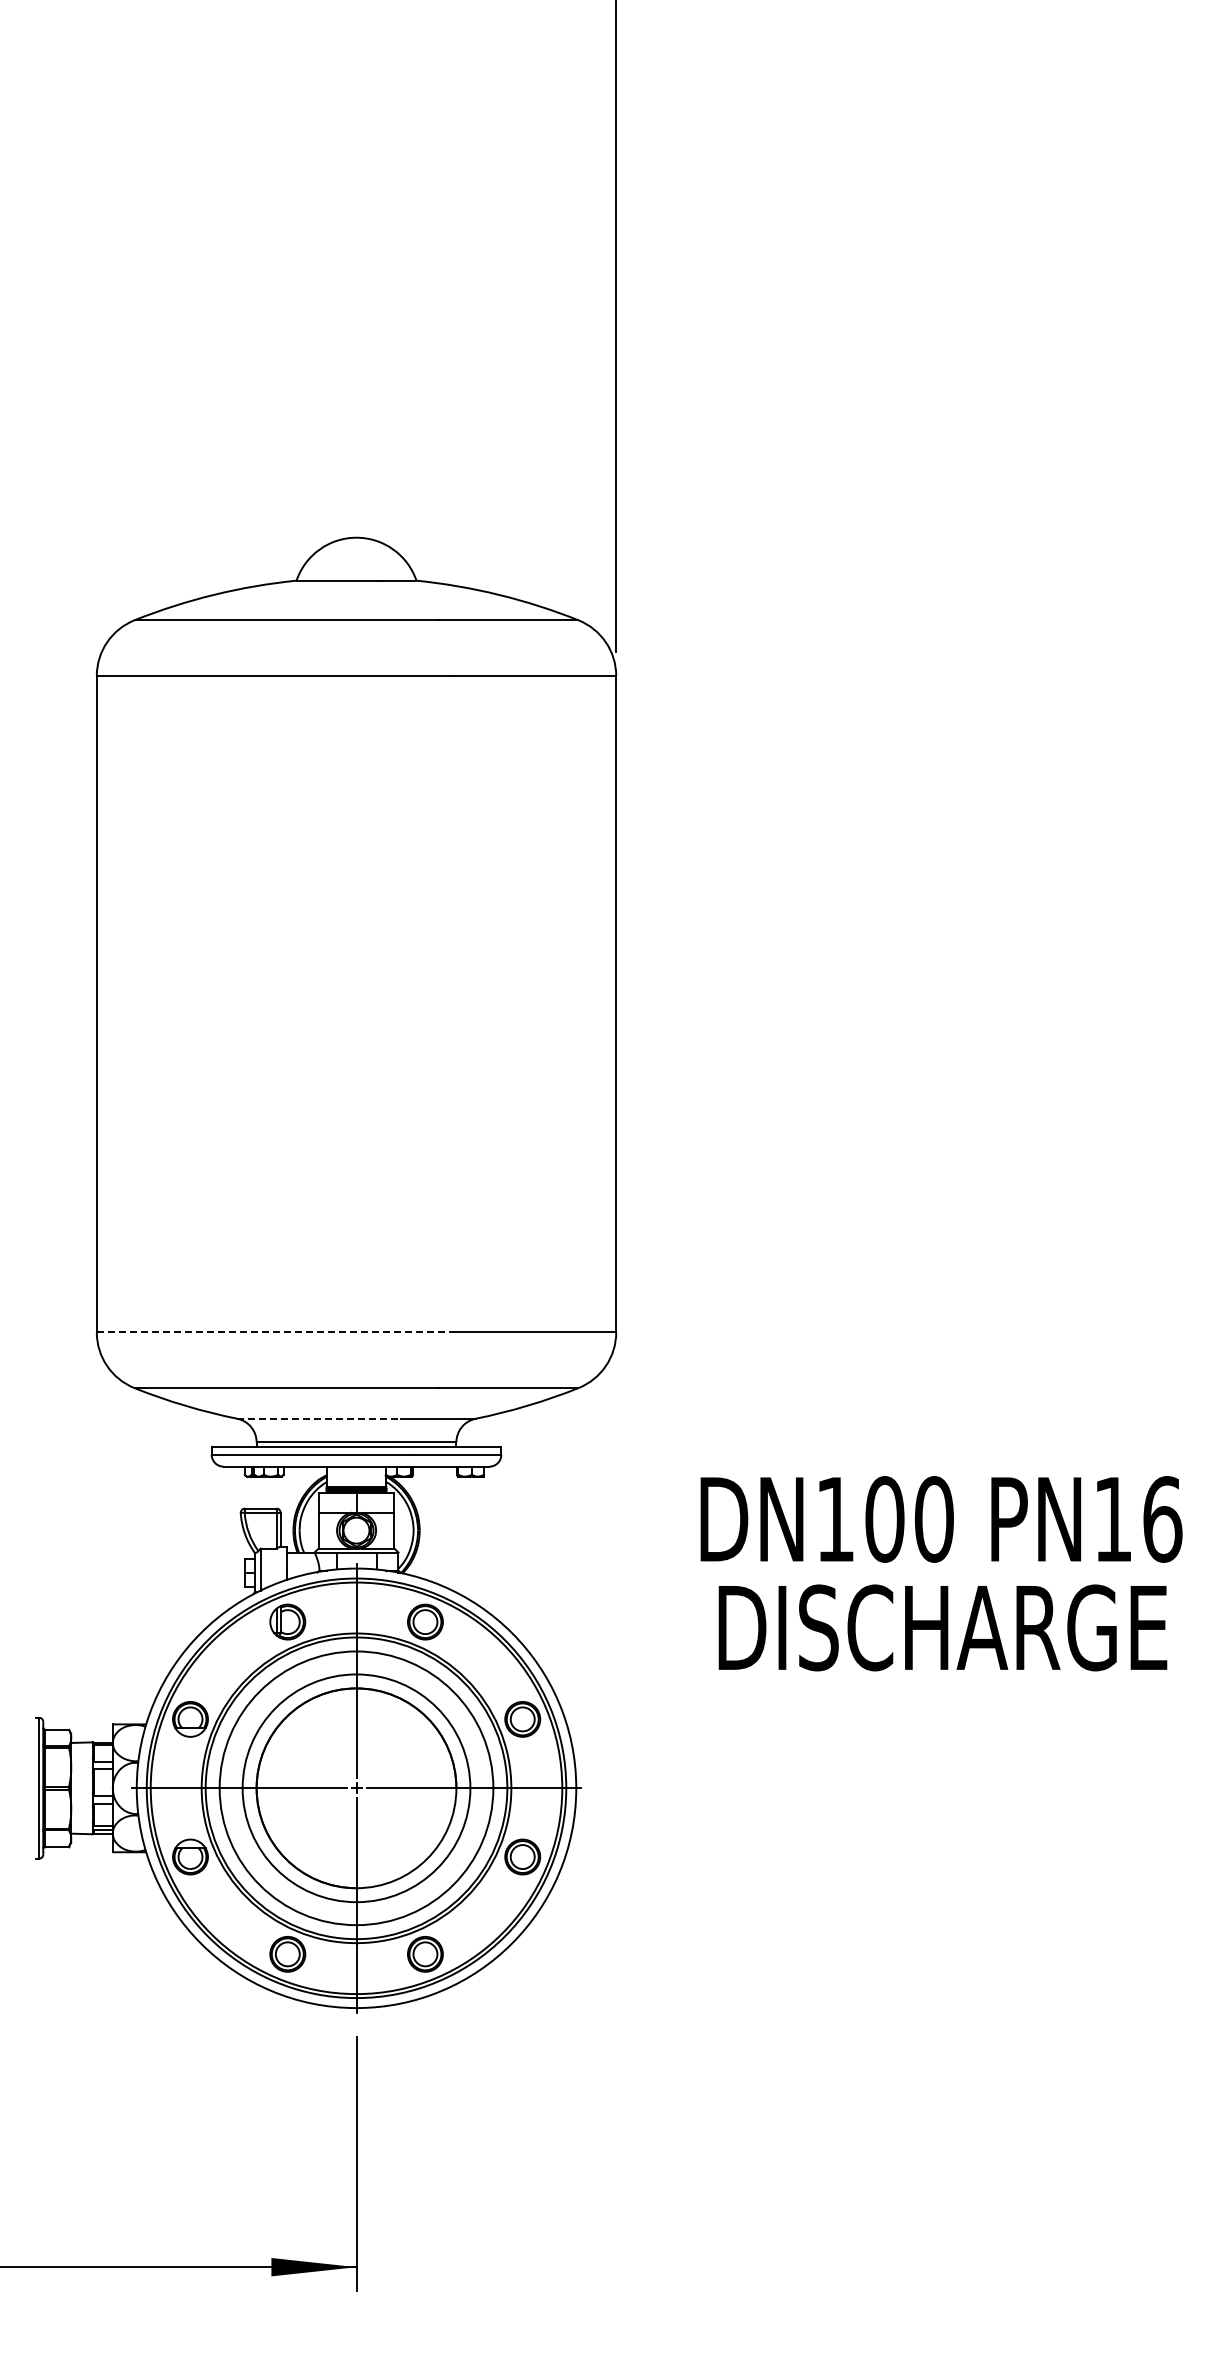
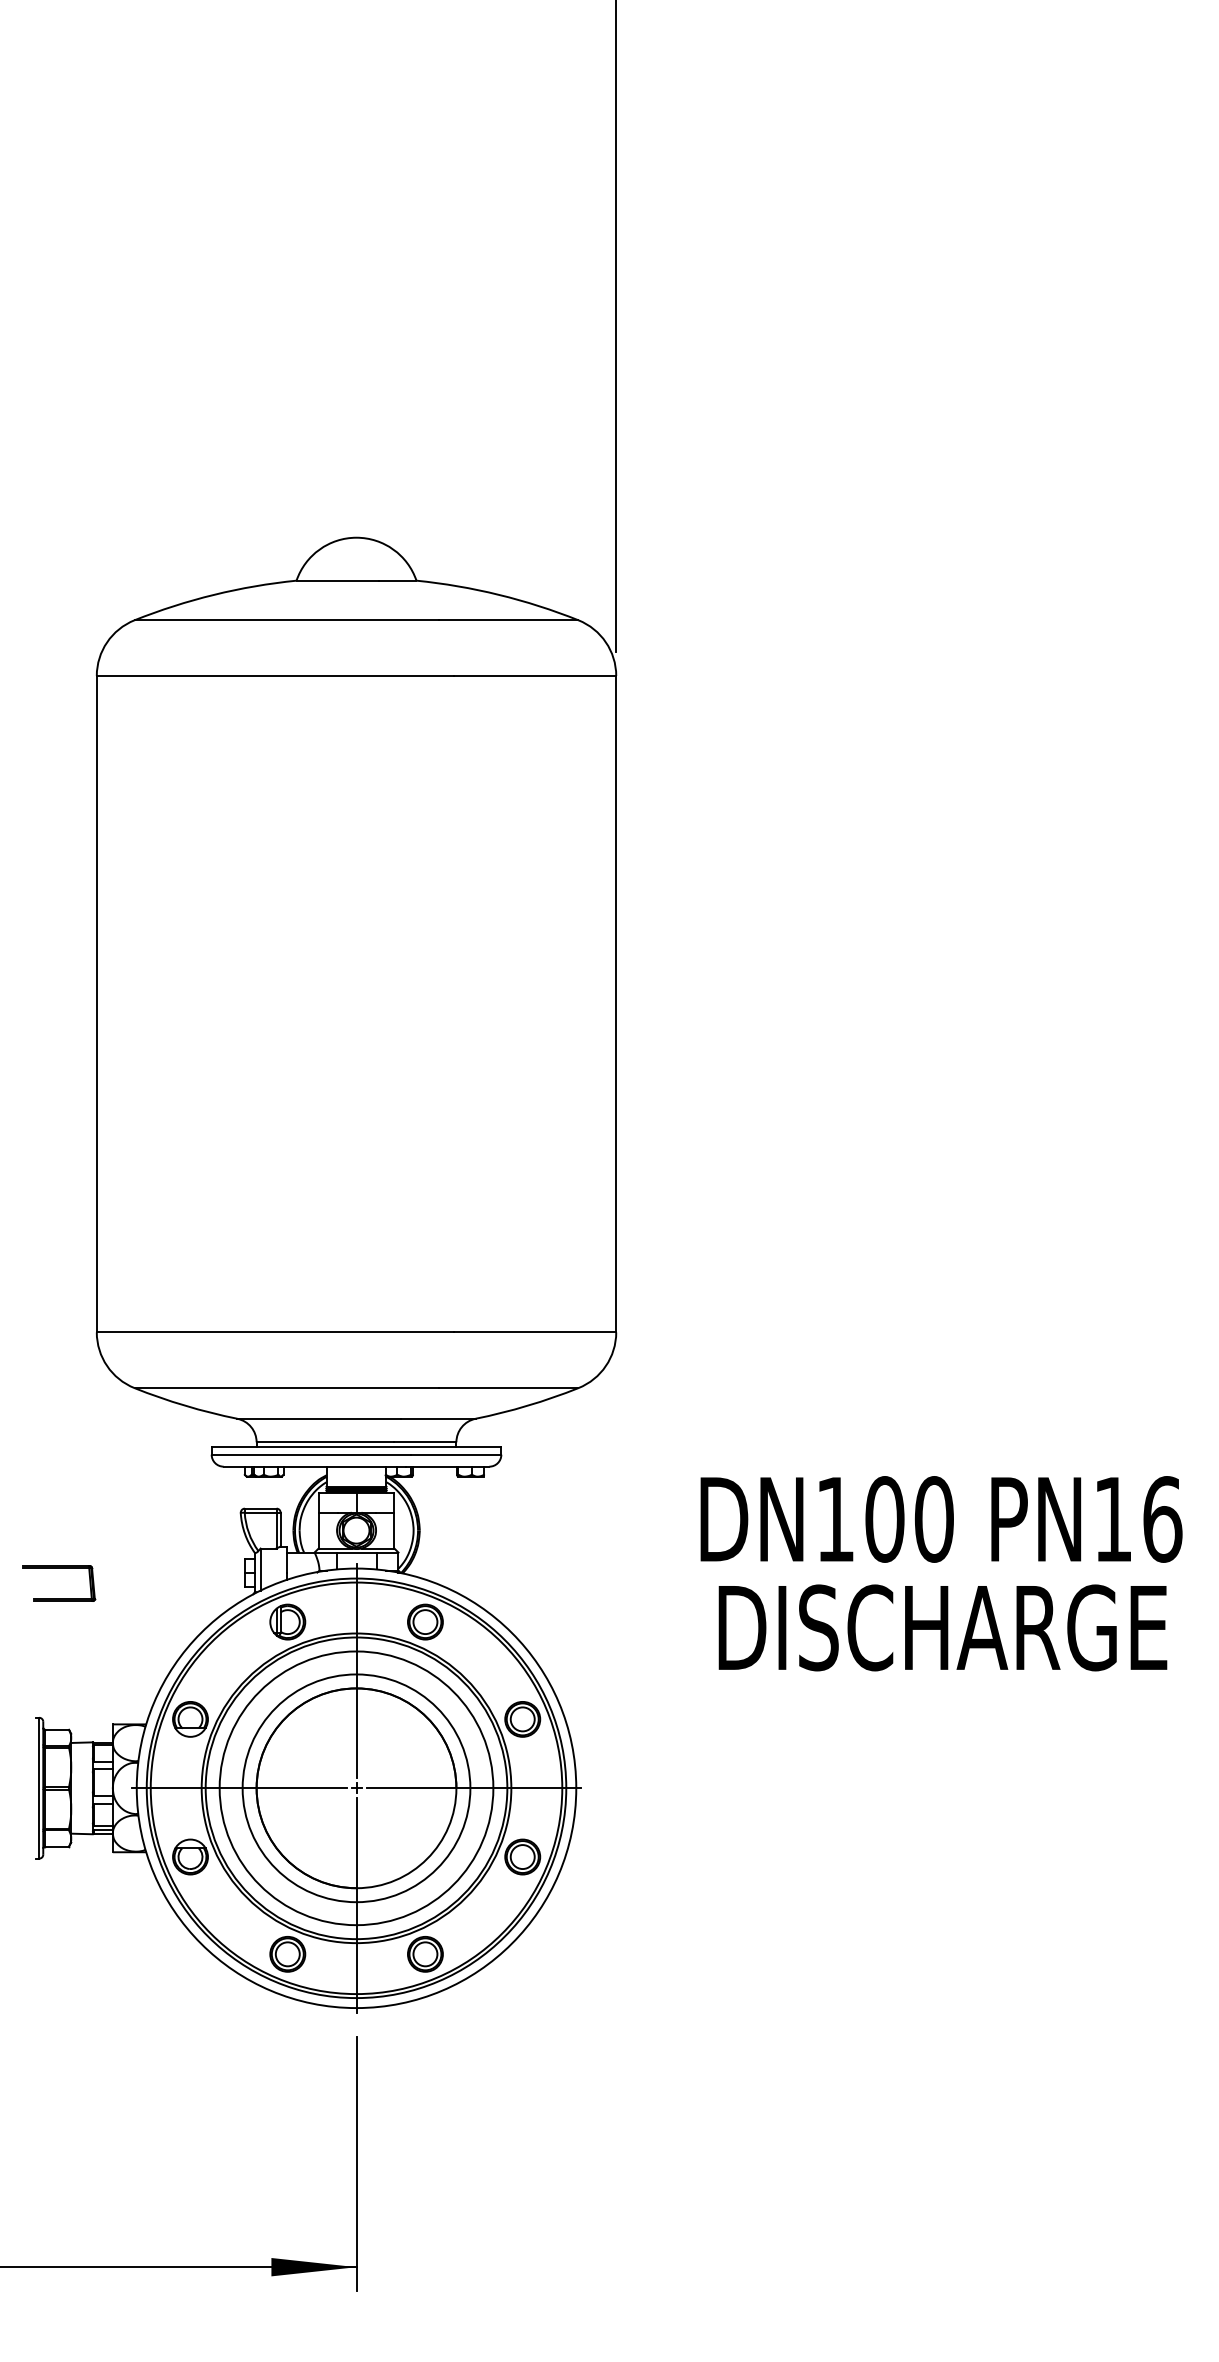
line at (275, 1332): dashed -> solid
line at (319, 1418): dashed -> solid
part at (59, 1568): none -> present
